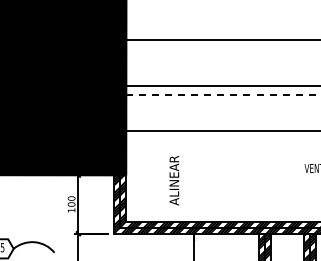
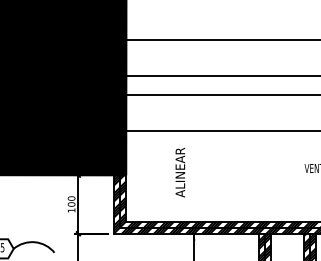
line at (221, 86) position: (221, 86) -> (221, 76)
line at (223, 94): dashed -> solid
text at (174, 180) position: (174, 180) -> (180, 172)
